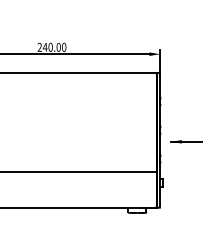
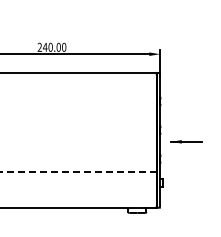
line at (77, 171): solid -> dashed
